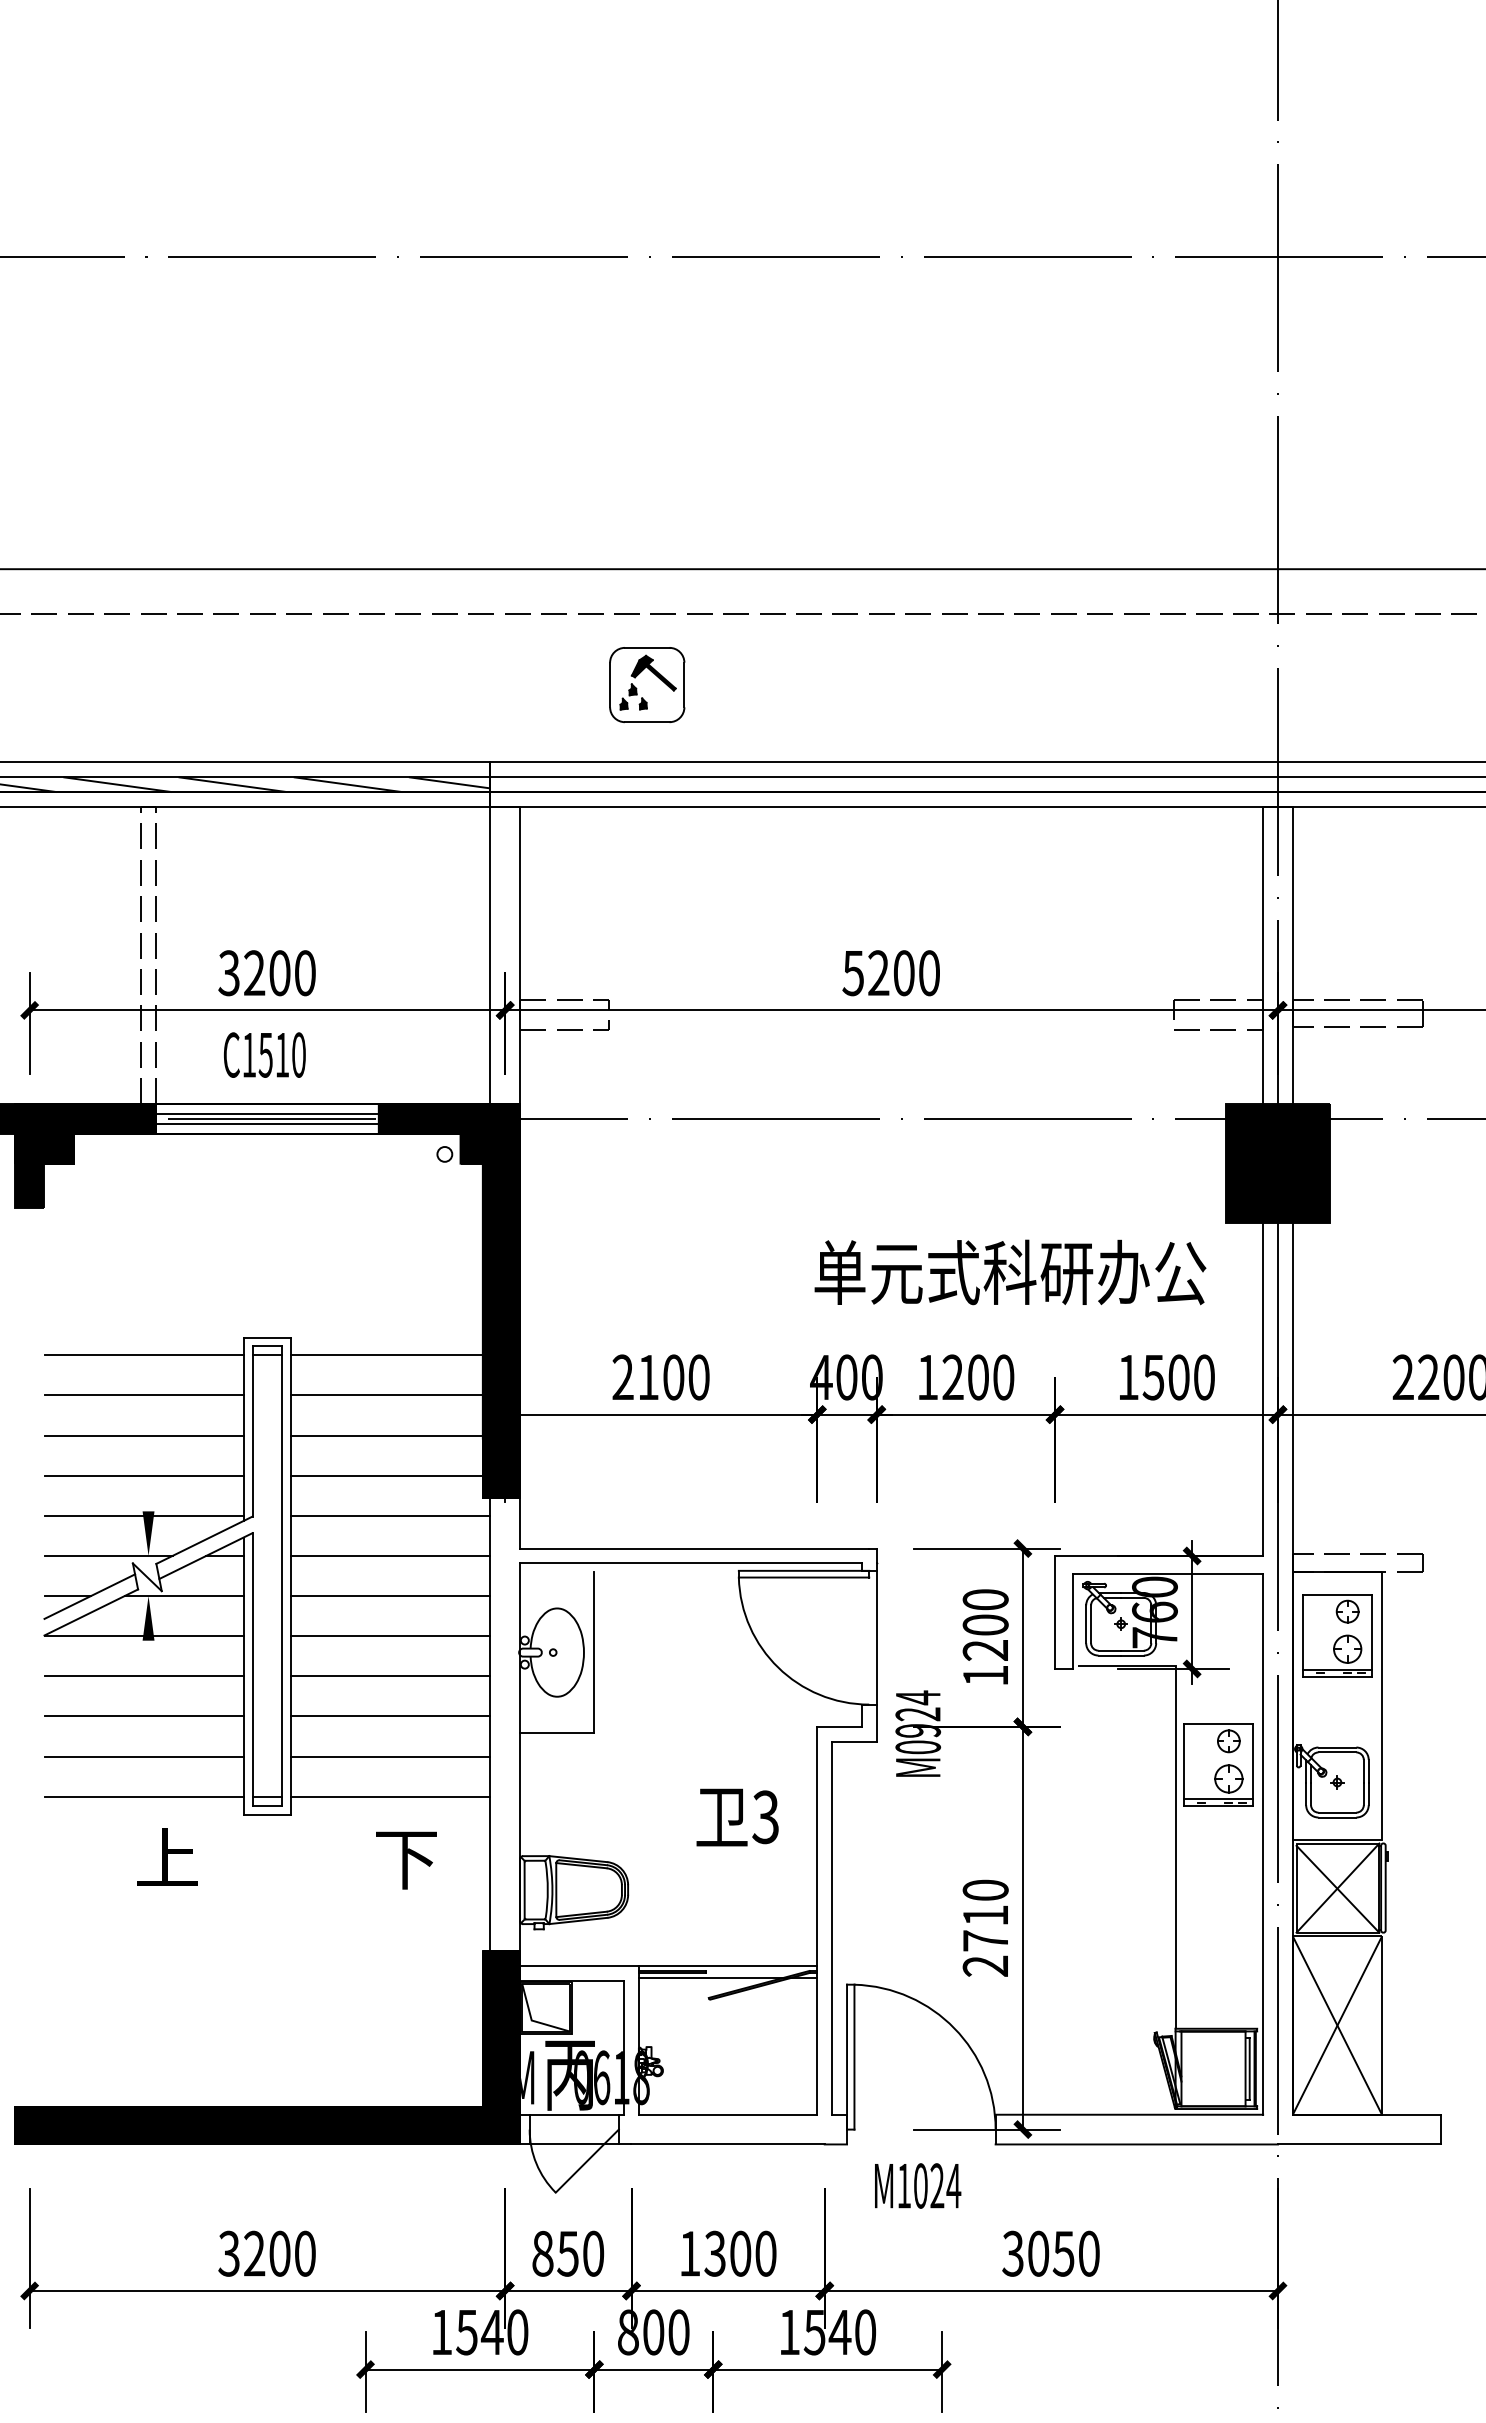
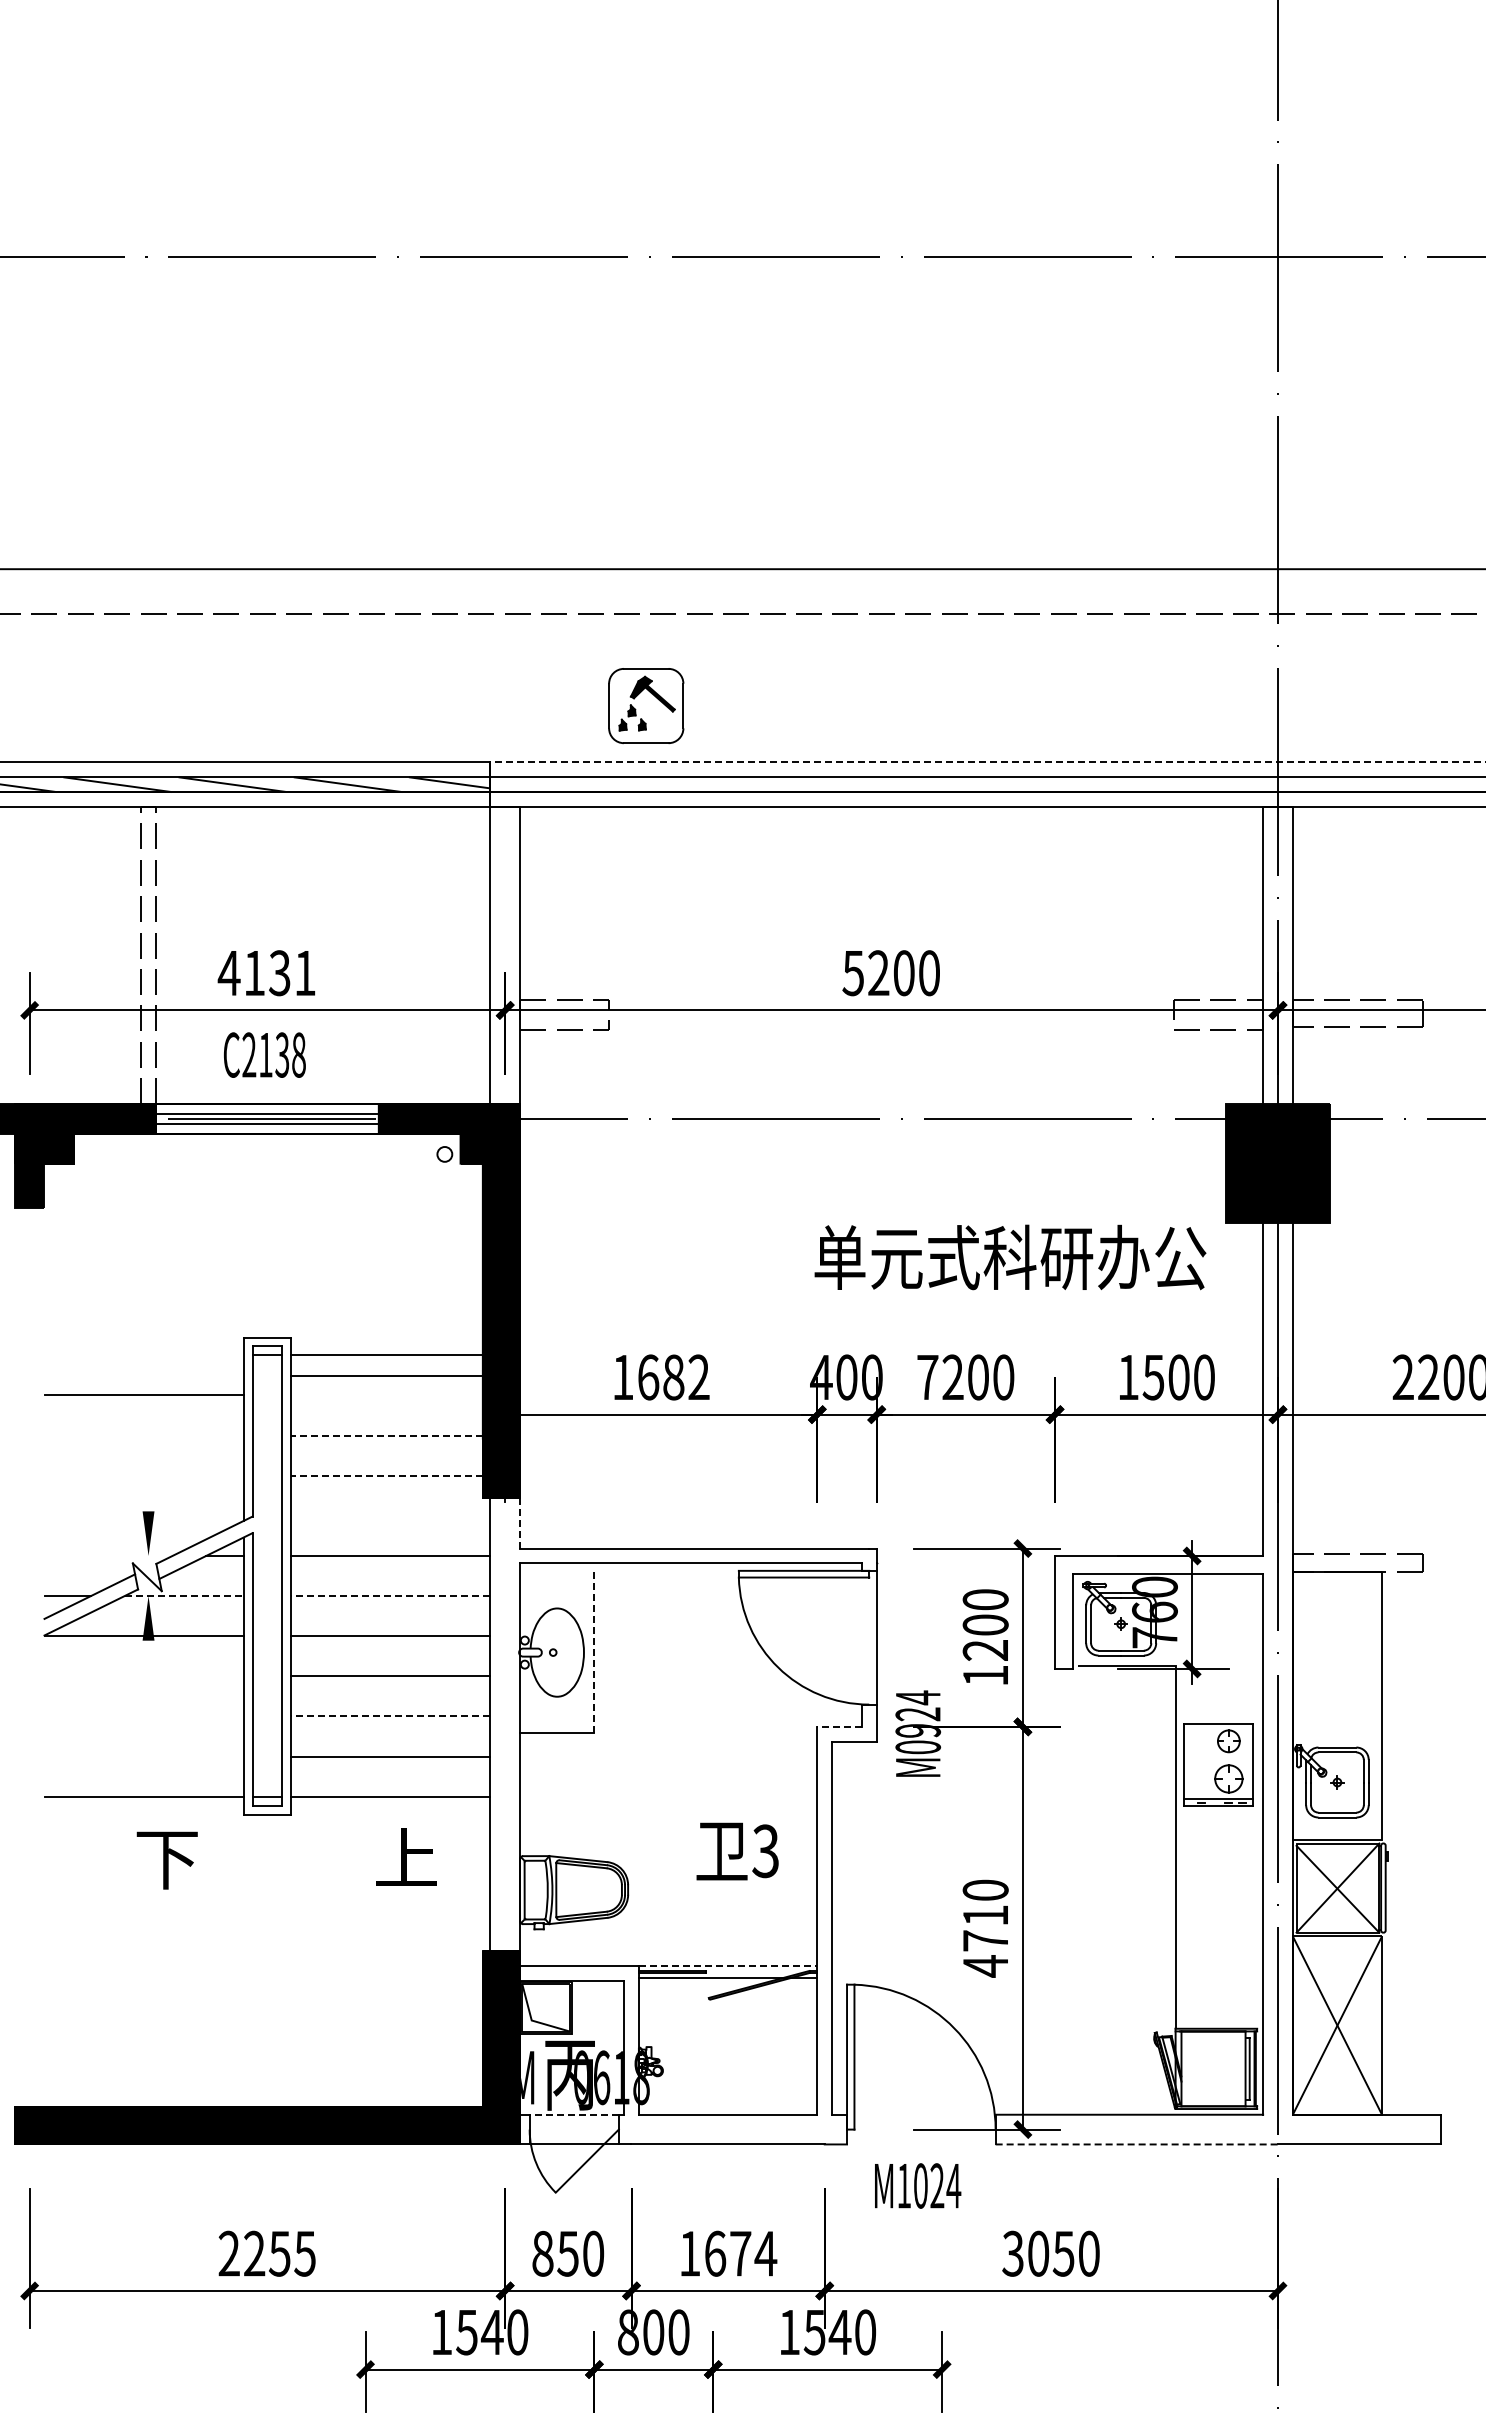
part at (647, 685) position: (647, 685) -> (646, 706)
line at (987, 762): solid -> dashed
text at (266, 973): 3200 -> 4131
text at (273, 1054): C1510 -> C2138
text at (1010, 1272) position: (1010, 1272) -> (1010, 1257)
line at (143, 1355): present -> none
text at (660, 1377): 2100 -> 1682
text at (927, 1377): 1200 -> 7200
line at (386, 1395) position: (386, 1395) -> (386, 1376)
line at (143, 1435): present -> none
line at (387, 1435): solid -> dashed
line at (143, 1475): present -> none
line at (387, 1475): solid -> dashed
line at (143, 1515): present -> none
line at (390, 1515): present -> none
line at (520, 1522): solid -> dashed
line at (108, 1555): present -> none
line at (184, 1596): solid -> dashed
line at (390, 1596): solid -> dashed
part at (1337, 1635): present -> none
line at (594, 1652): solid -> dashed
line at (143, 1676): present -> none
line at (143, 1716): present -> none
line at (390, 1716): solid -> dashed
line at (839, 1726): solid -> dashed
line at (143, 1756): present -> none
text at (737, 1817) position: (737, 1817) -> (737, 1851)
text at (166, 1858): 上 -> 下
text at (406, 1858): 下 -> 上
line at (728, 1966): solid -> dashed
text at (984, 1966): 2710 -> 4710
line at (574, 2114): solid -> dashed
line at (1137, 2144): solid -> dashed
text at (266, 2253): 3200 -> 2255
text at (740, 2253): 1300 -> 1674
